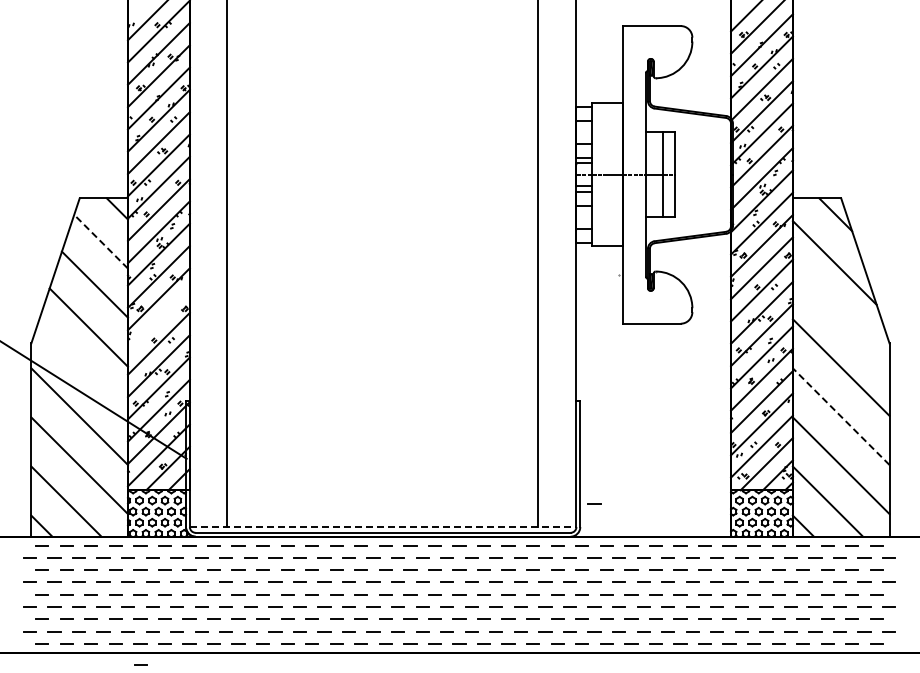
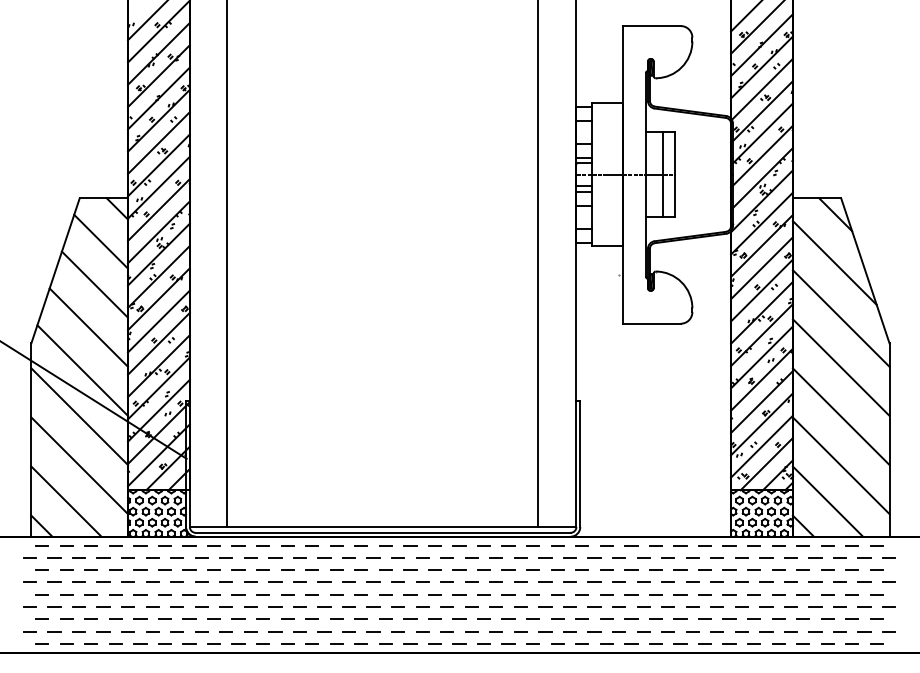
line at (100, 241): dashed -> solid
line at (840, 318): none -> present
line at (158, 321): none -> present
line at (82, 370): none -> present
line at (840, 416): dashed -> solid
line at (594, 503): present -> none
line at (383, 527): dashed -> solid
line at (140, 664): present -> none
